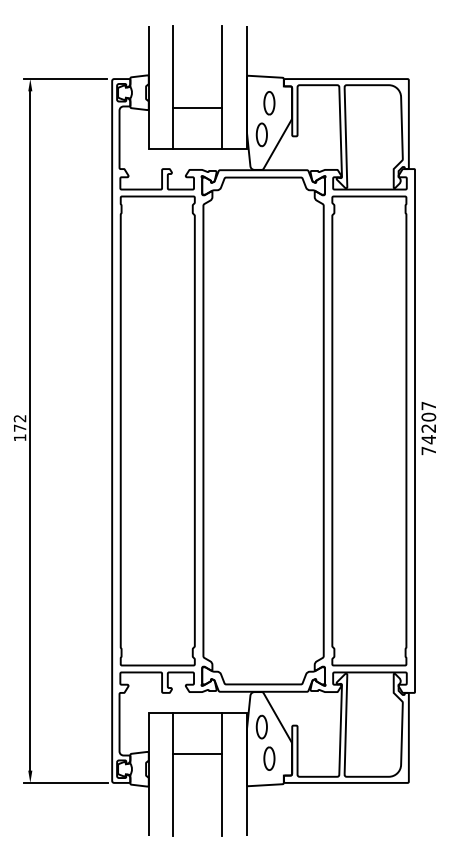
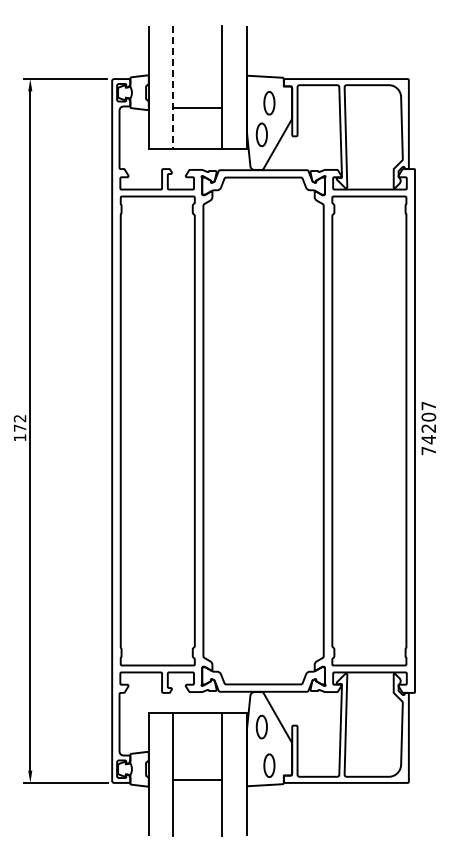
line at (173, 87): solid -> dashed
line at (197, 754) position: (197, 754) -> (197, 780)
part at (269, 758) position: (269, 758) -> (269, 765)
